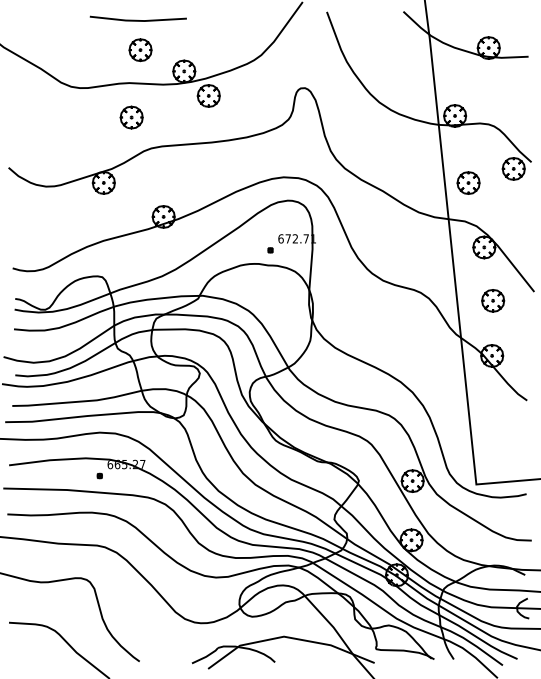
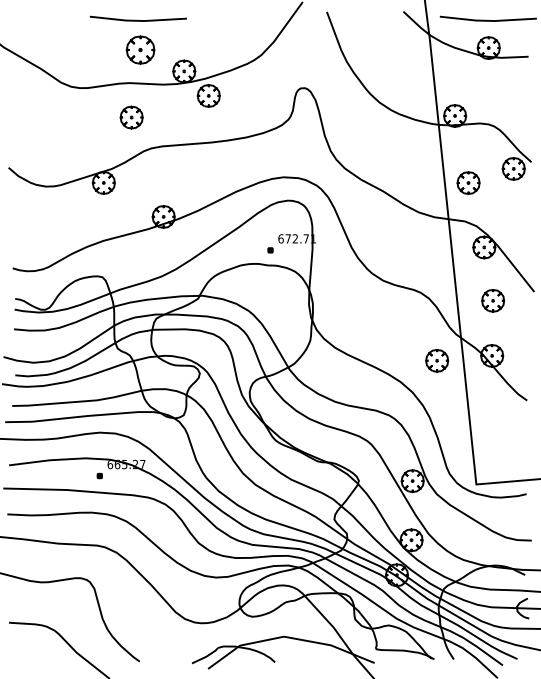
line at (487, 19): none -> present
part at (140, 50) size: 25x25 px -> 31x30 px
part at (437, 360): none -> present
